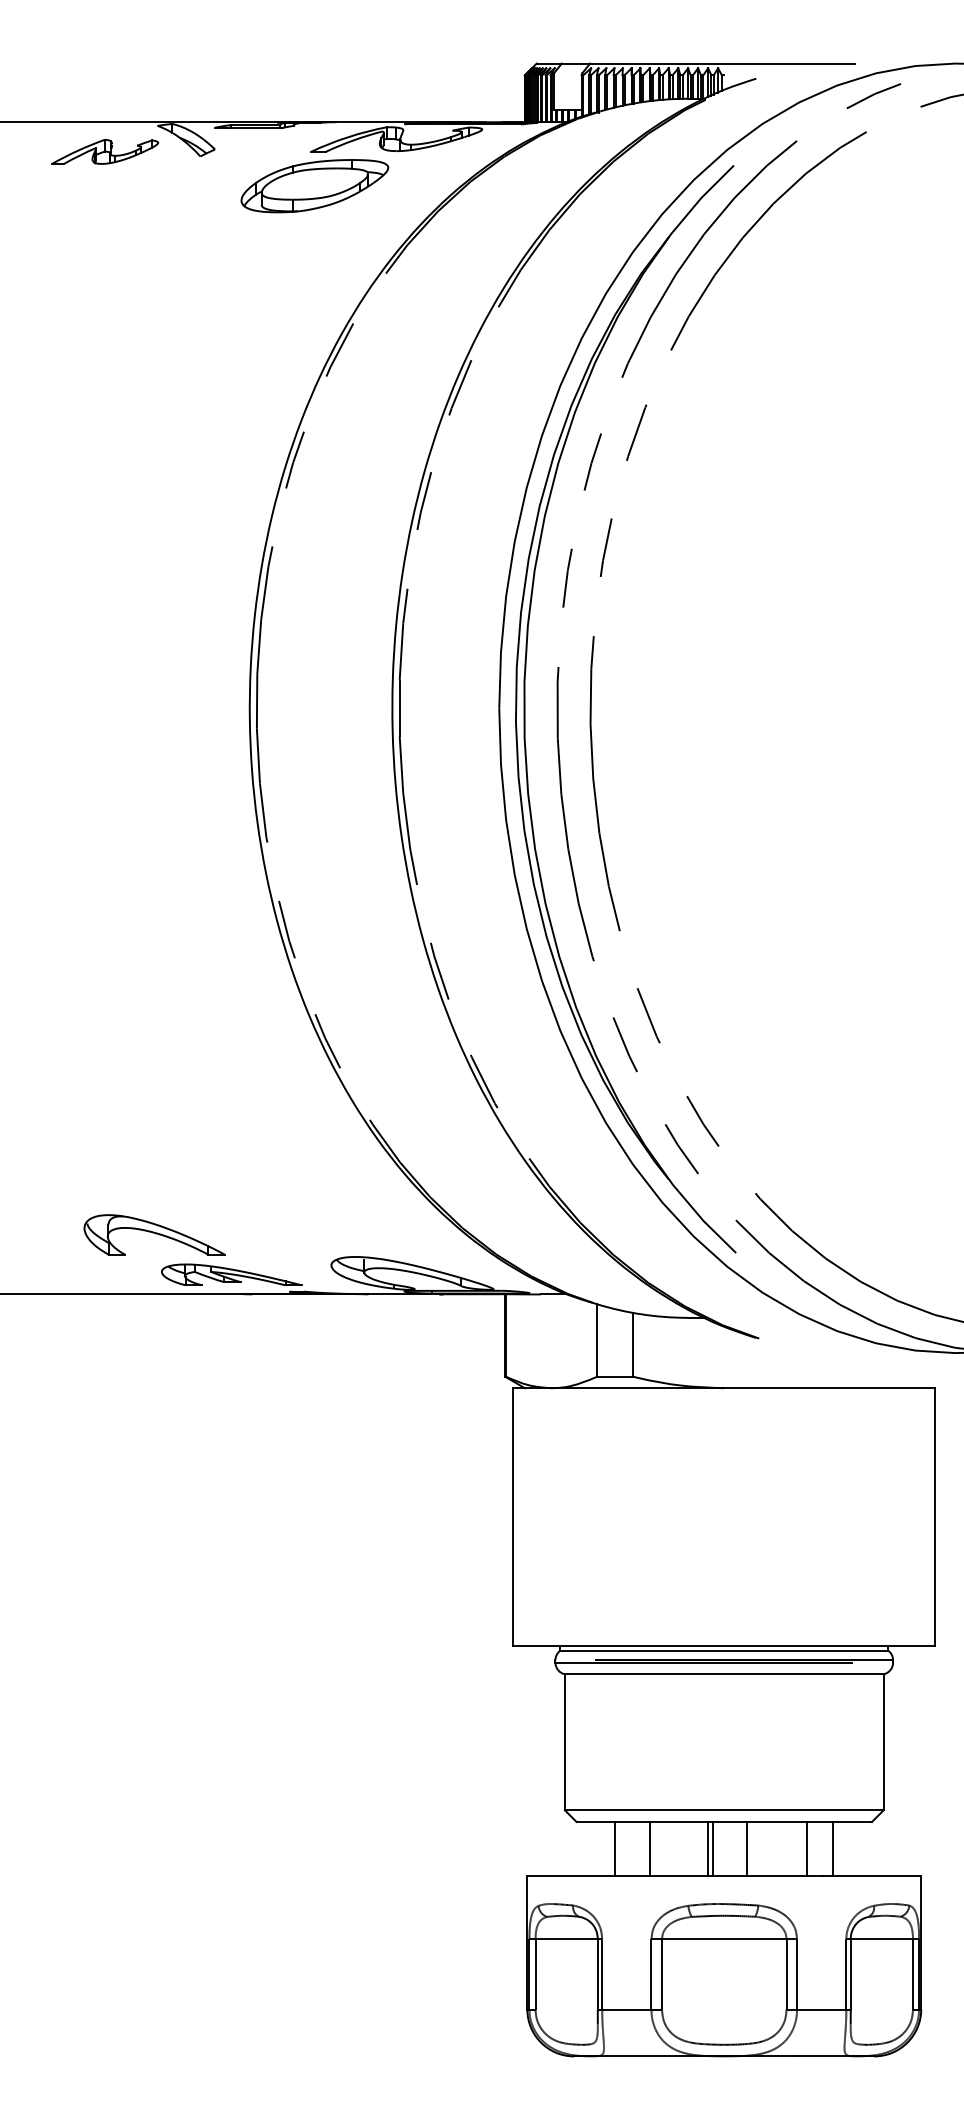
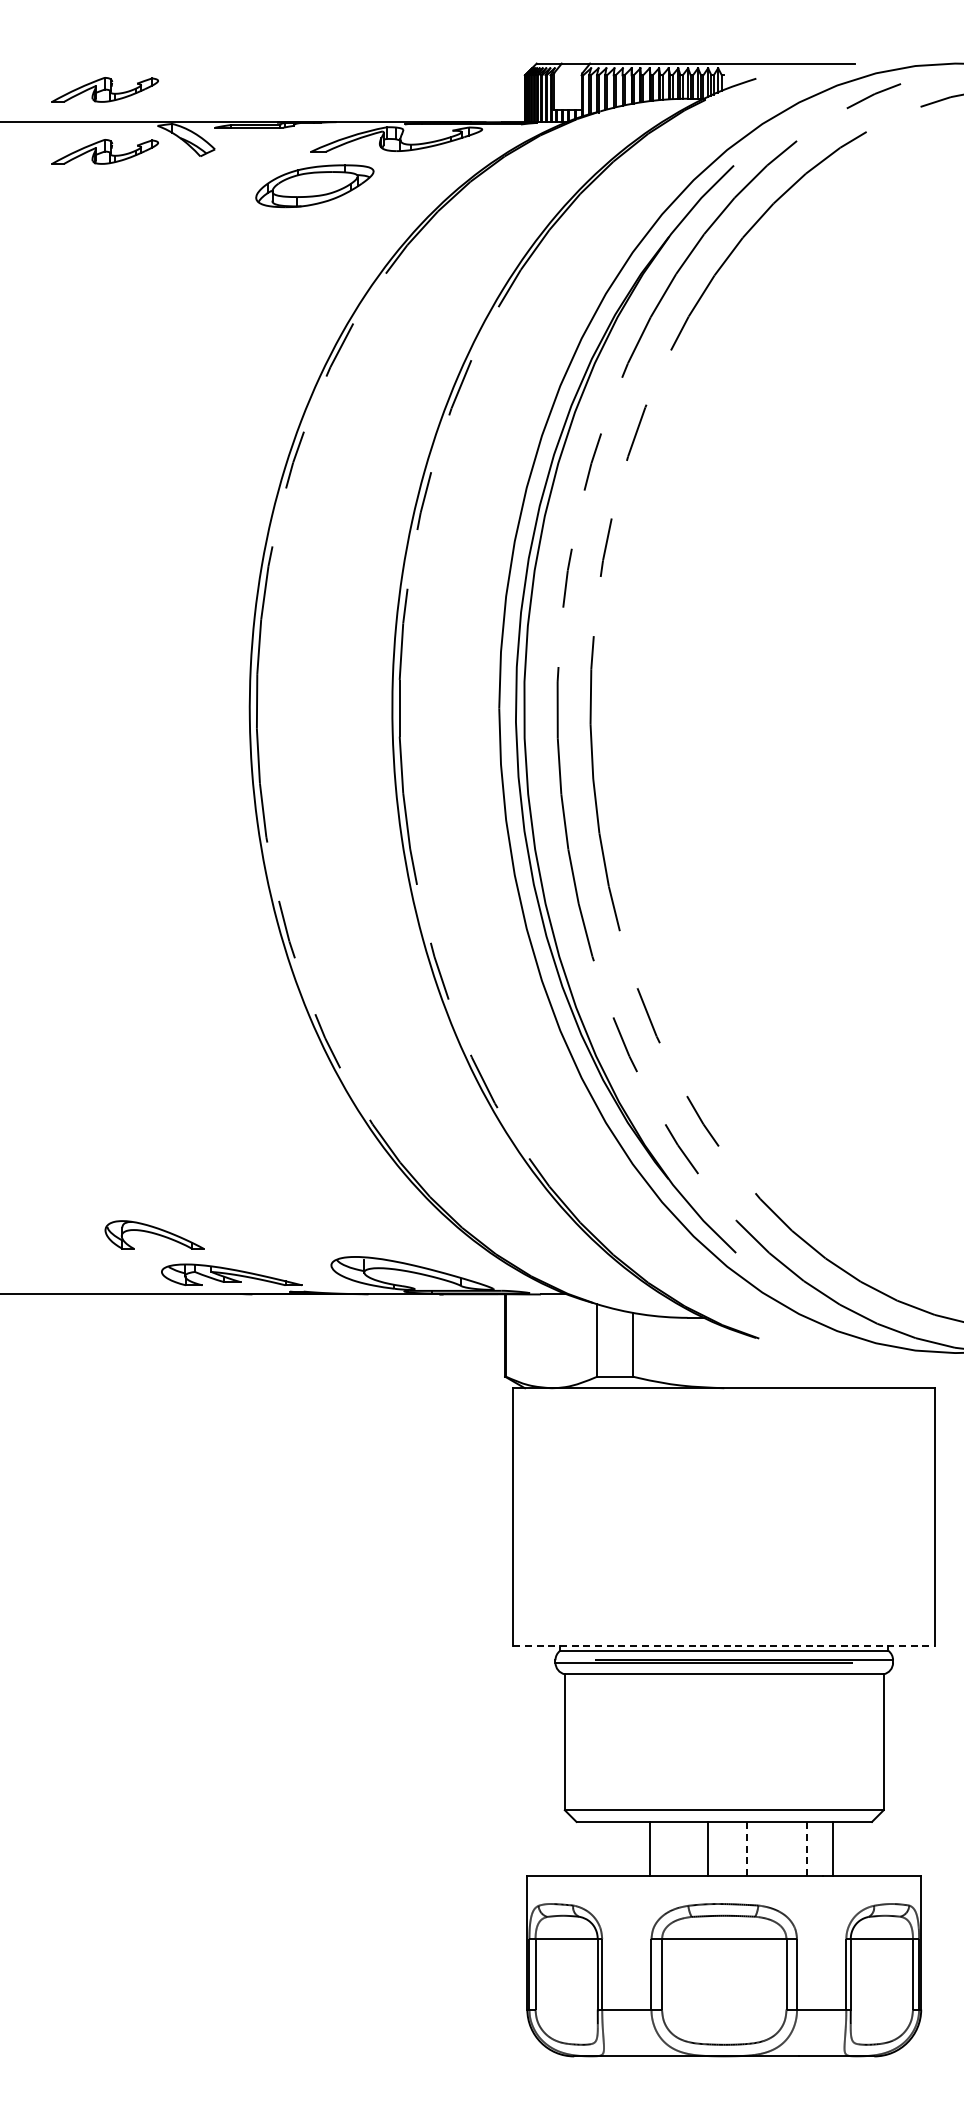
part at (104, 89): none -> present
part at (314, 186) size: 150x55 px -> 120x45 px
part at (154, 1234) size: 143x42 px -> 101x30 px
line at (724, 1646): solid -> dashed
line at (615, 1848): present -> none
line at (713, 1848): present -> none
line at (746, 1848): solid -> dashed
line at (807, 1848): solid -> dashed
